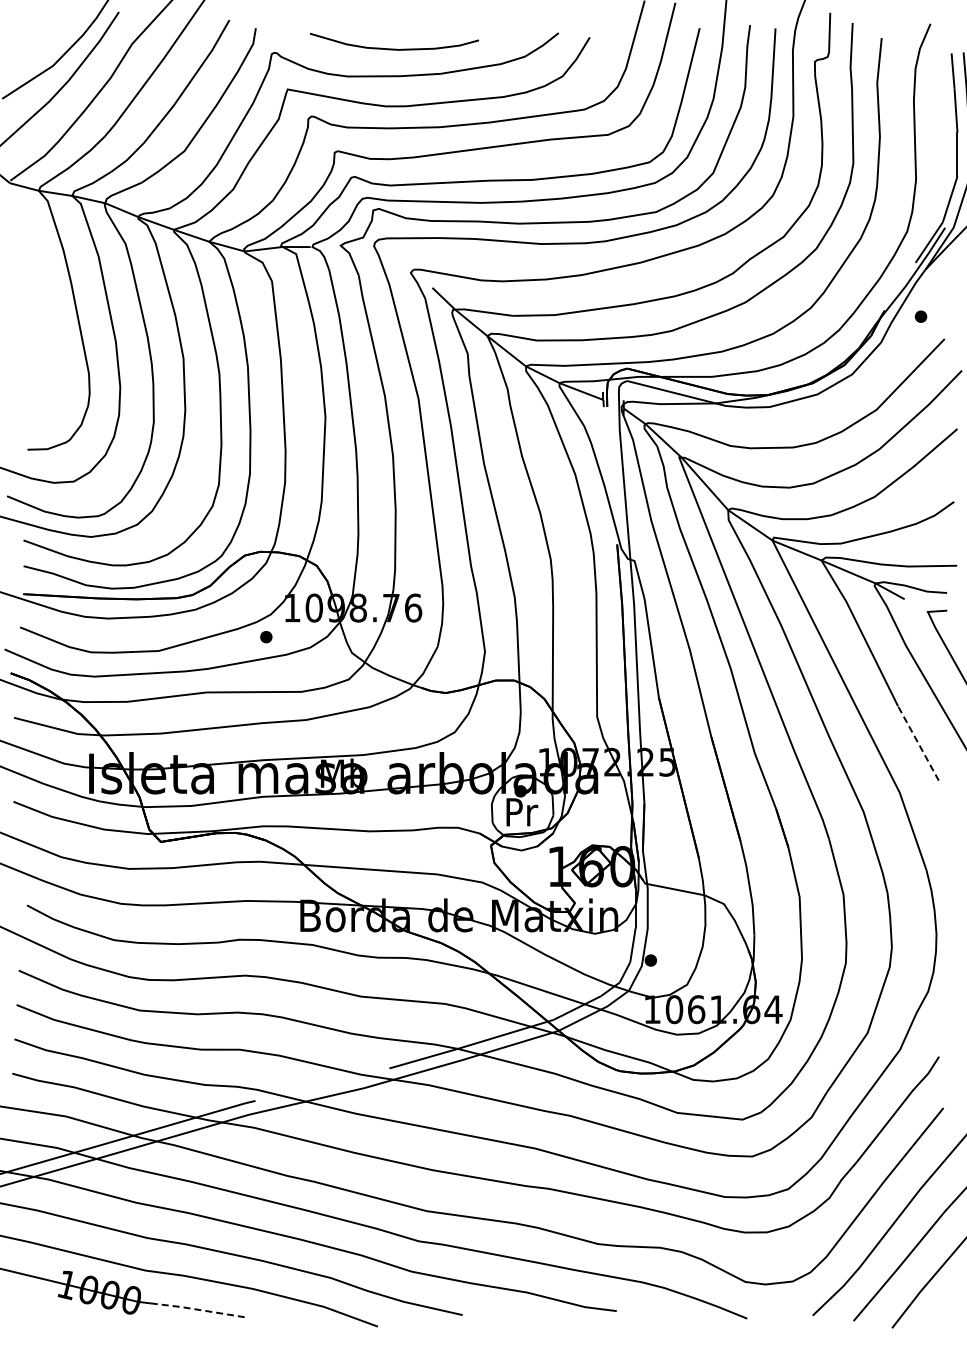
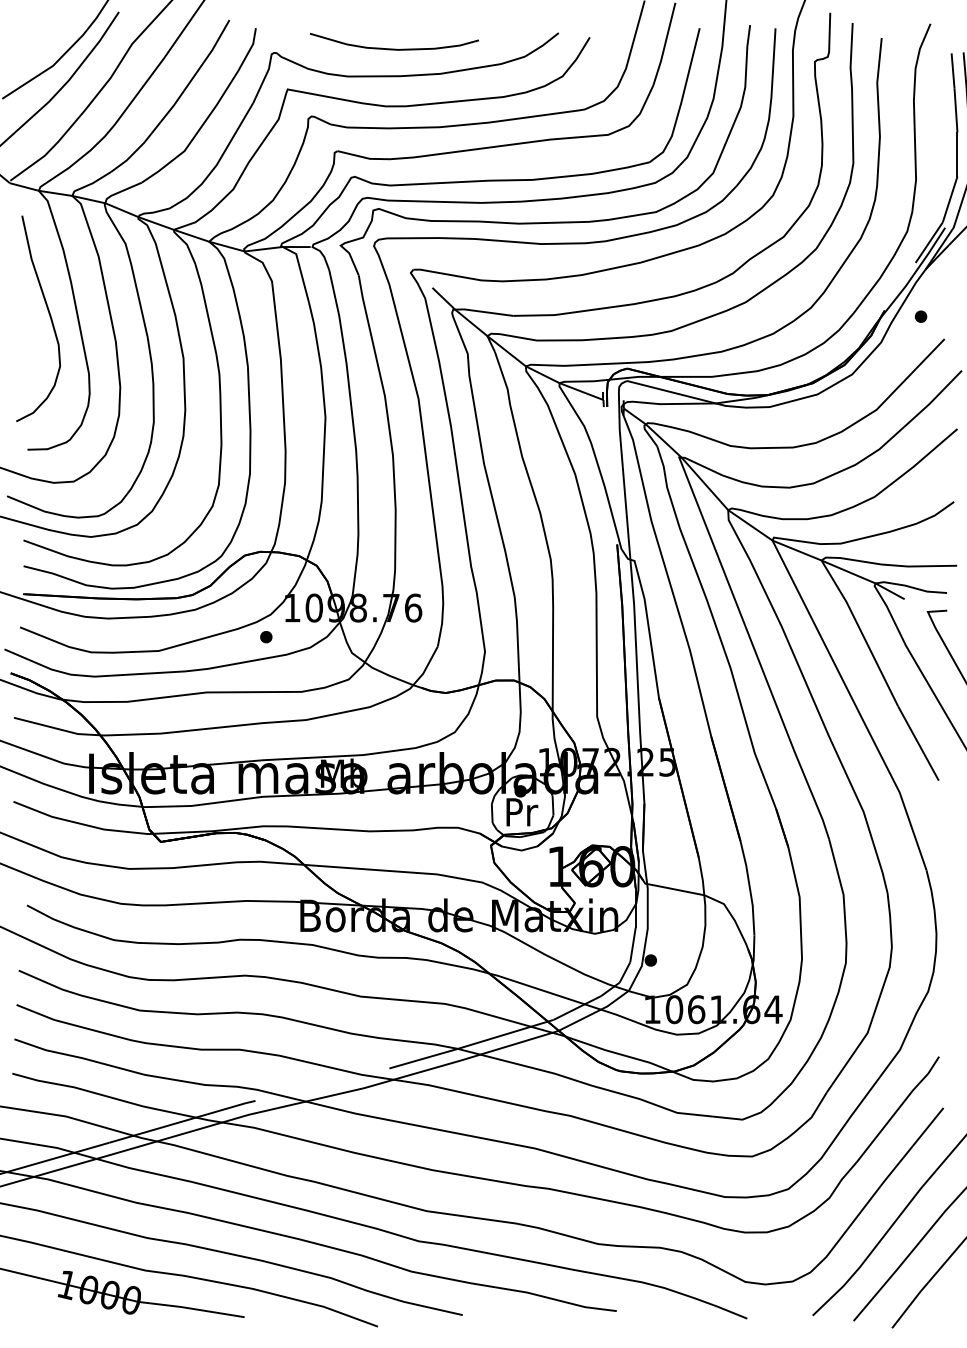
curve at (48, 313): none -> present
line at (918, 743): dashed -> solid
line at (197, 1309): dashed -> solid
